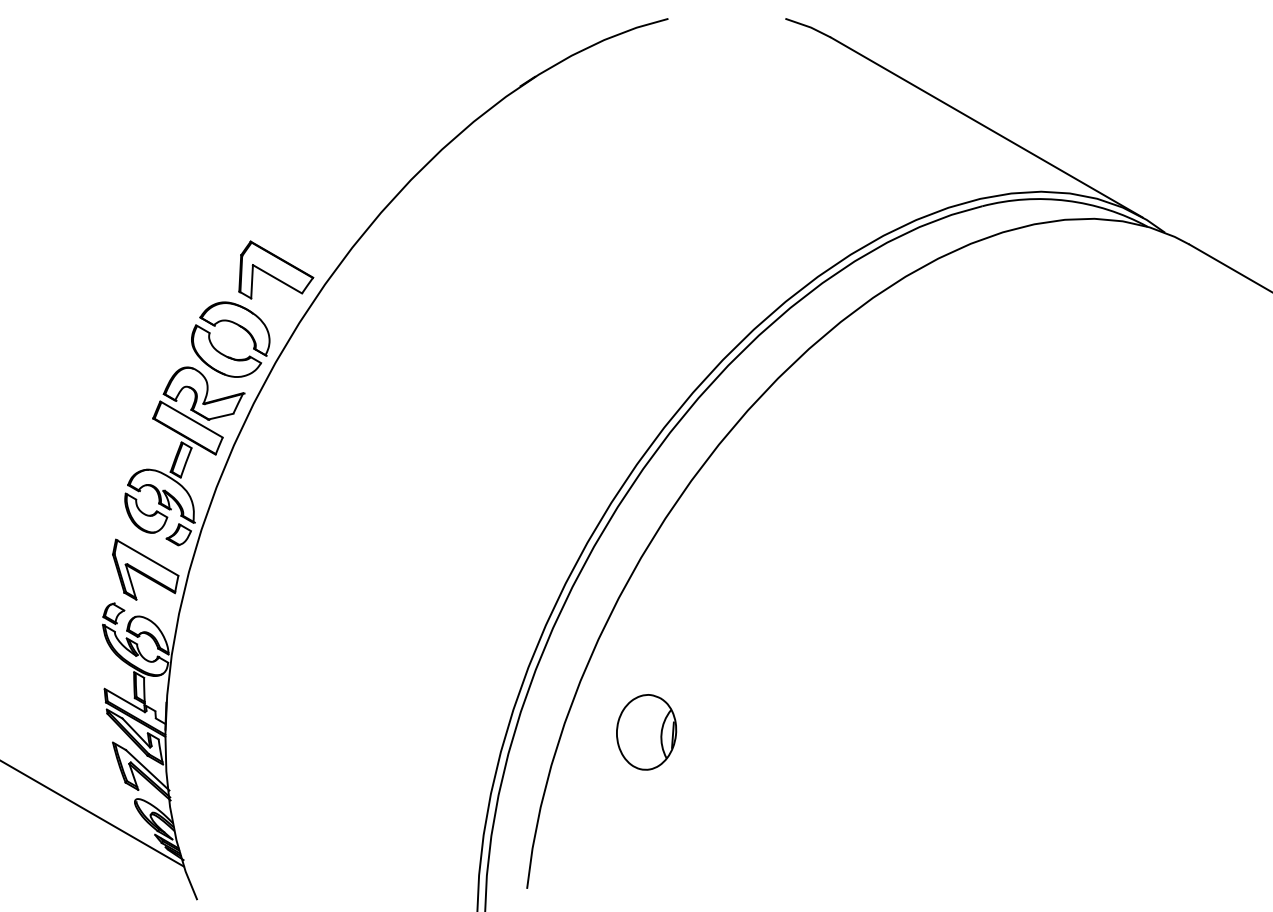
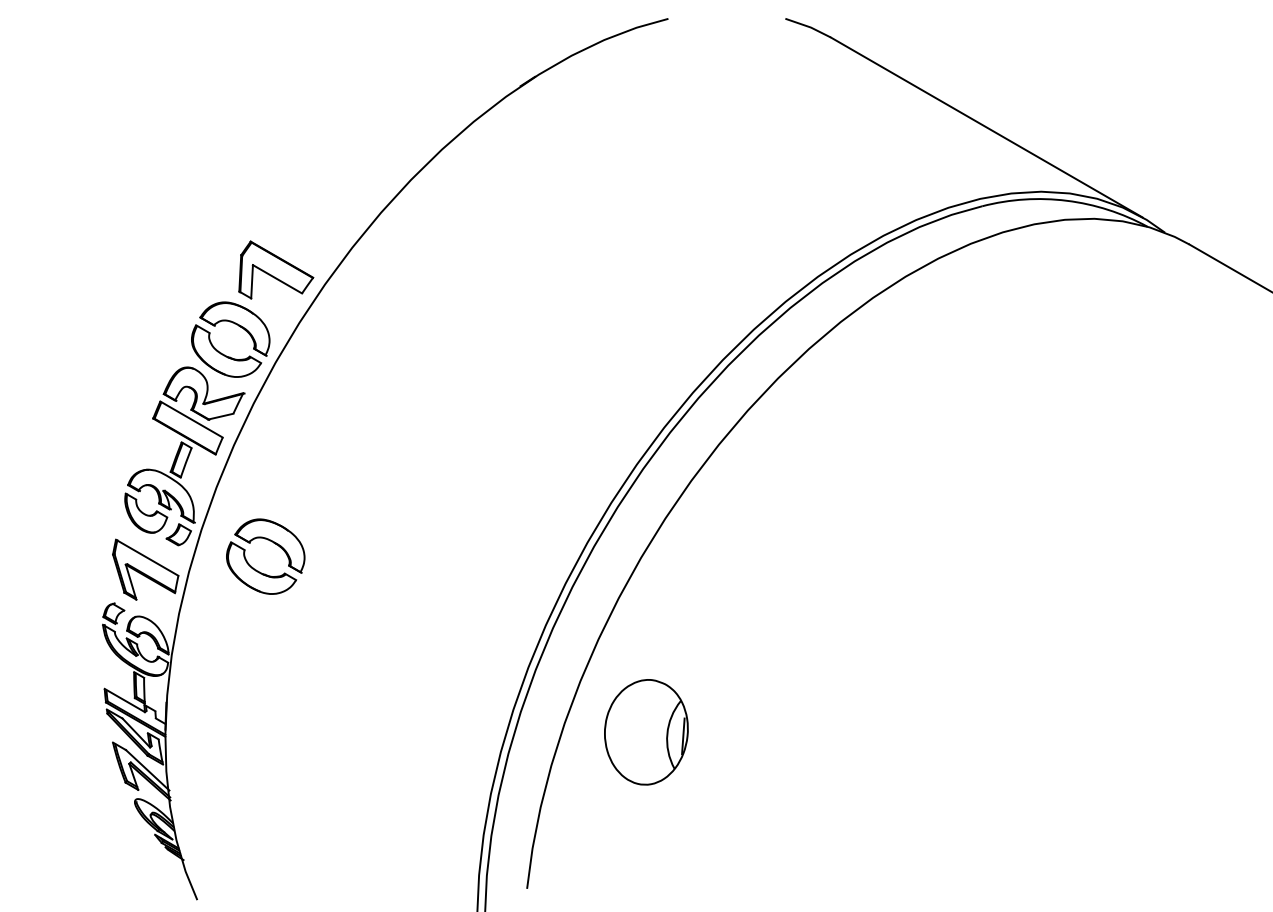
part at (273, 543): none -> present
part at (646, 732) size: 62x77 px -> 85x107 px
line at (92, 813): present -> none
